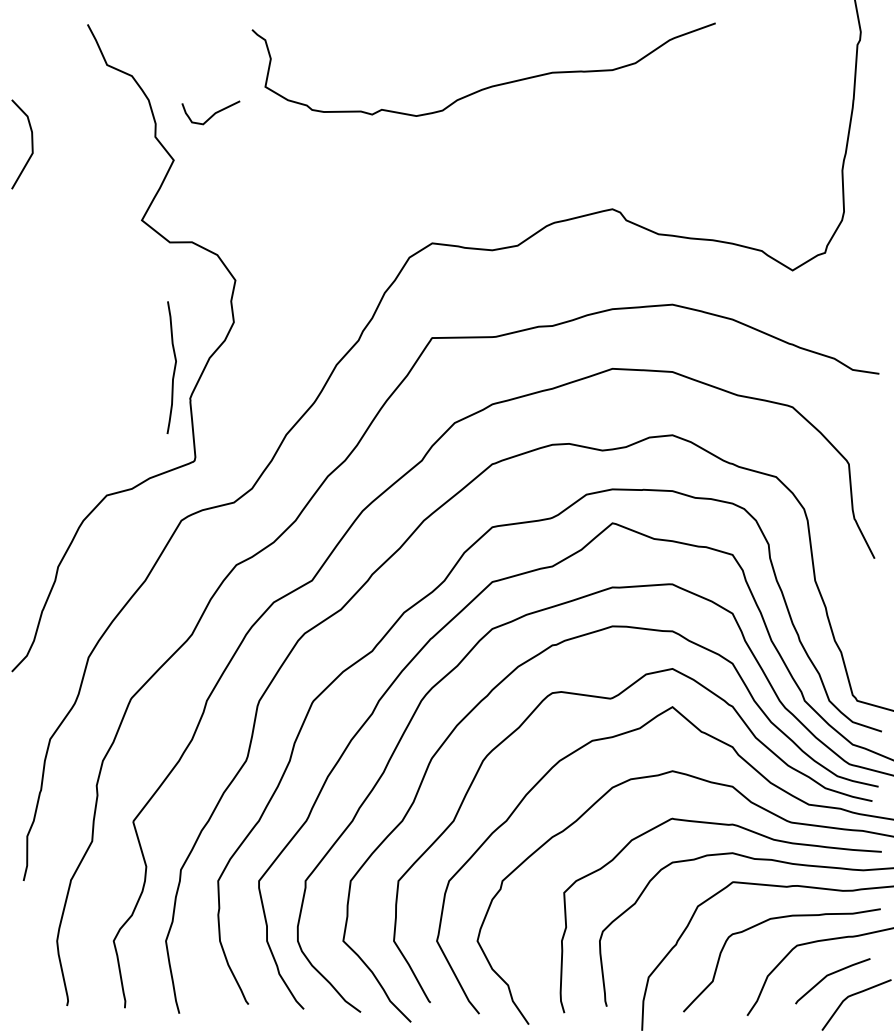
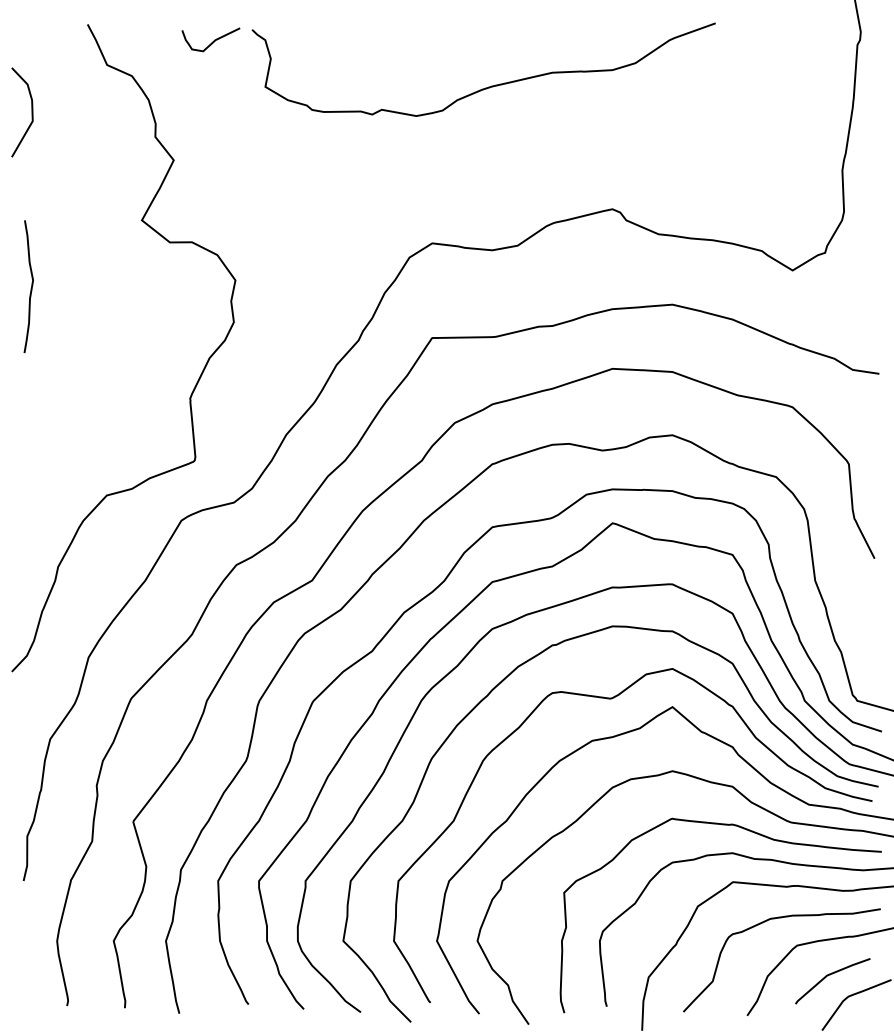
curve at (212, 114) position: (212, 114) -> (212, 41)
line at (31, 144) position: (31, 144) -> (31, 112)
curve at (173, 369) position: (173, 369) -> (30, 288)
